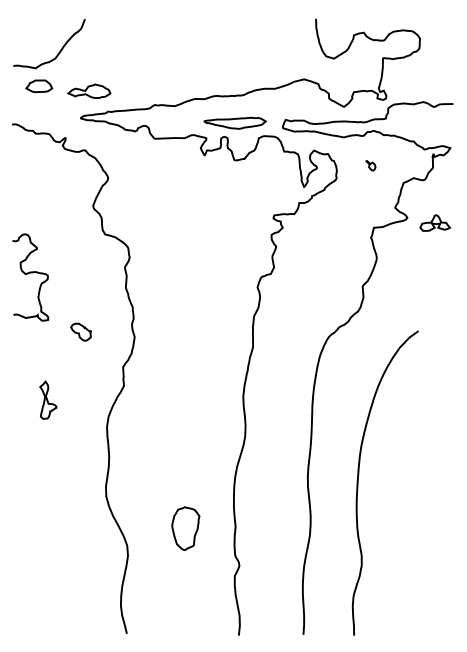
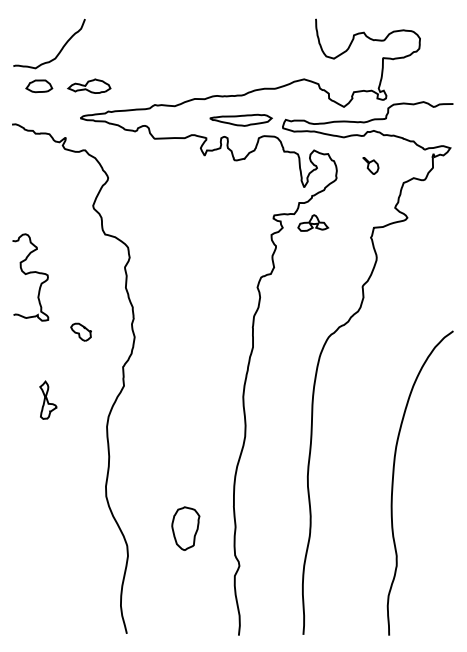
part at (89, 90) position: (89, 90) -> (89, 85)
part at (234, 122) position: (234, 122) -> (240, 119)
part at (370, 165) size: 12x12 px -> 18x18 px
part at (435, 222) position: (435, 222) -> (313, 222)
curve at (359, 475) position: (359, 475) -> (394, 475)
